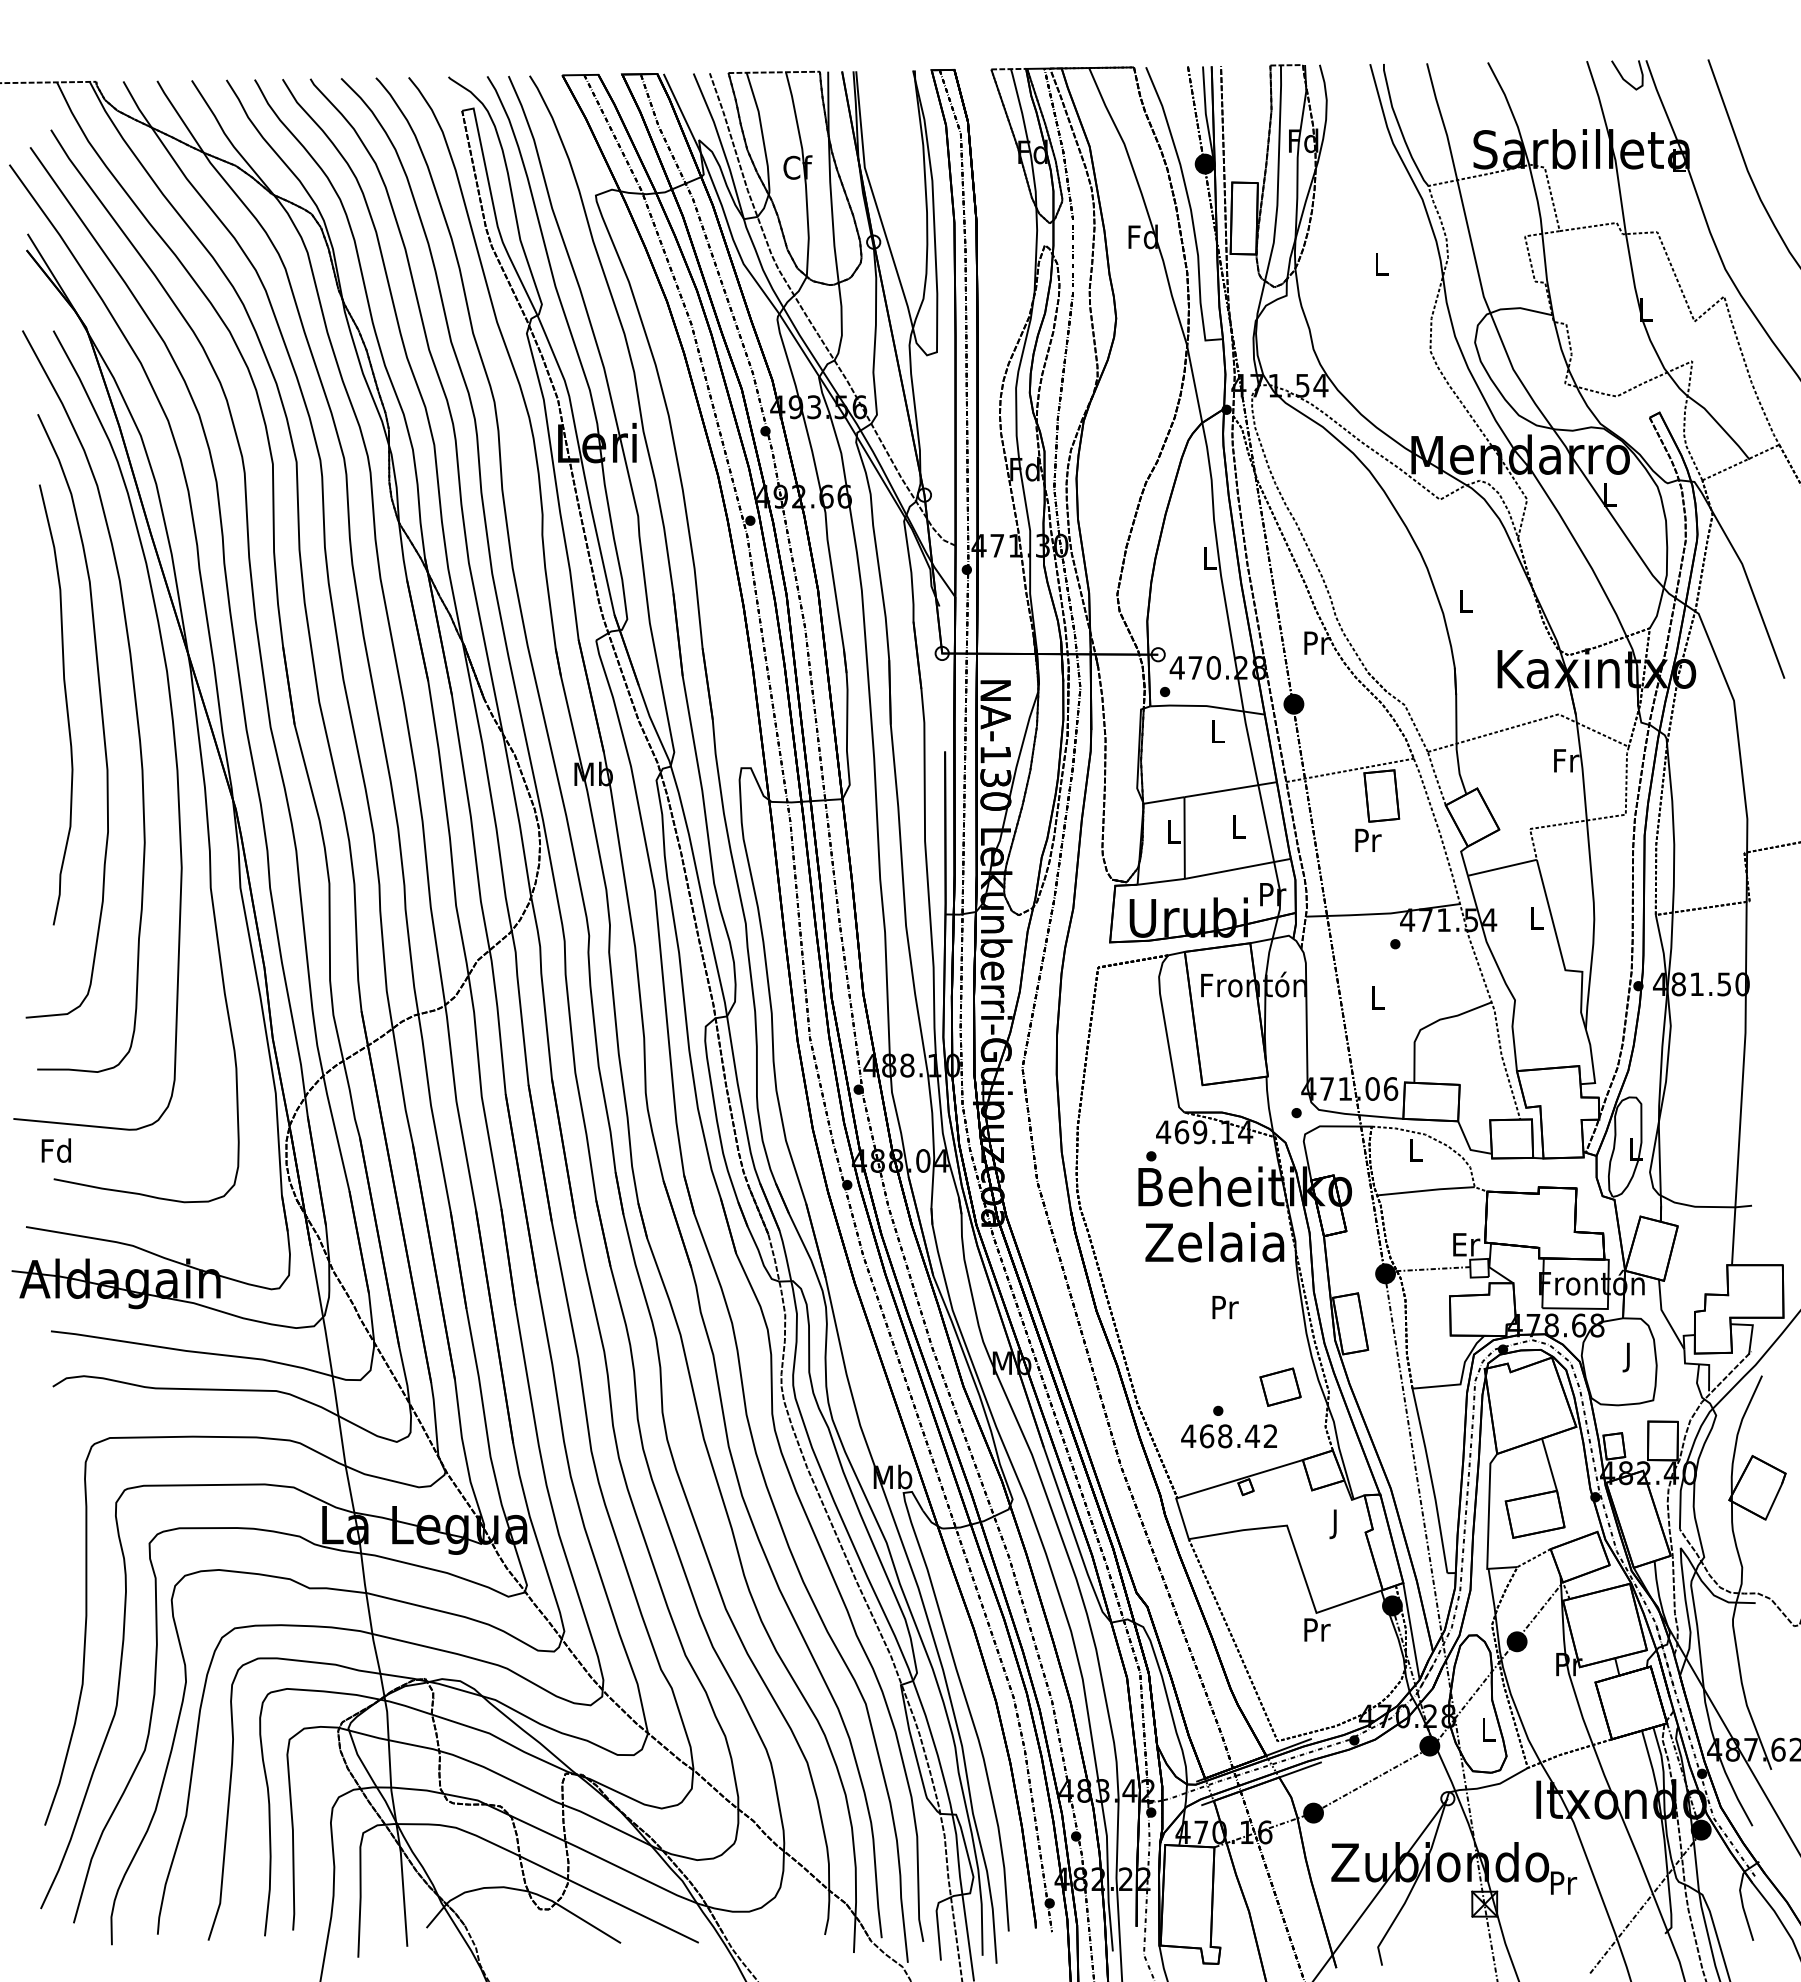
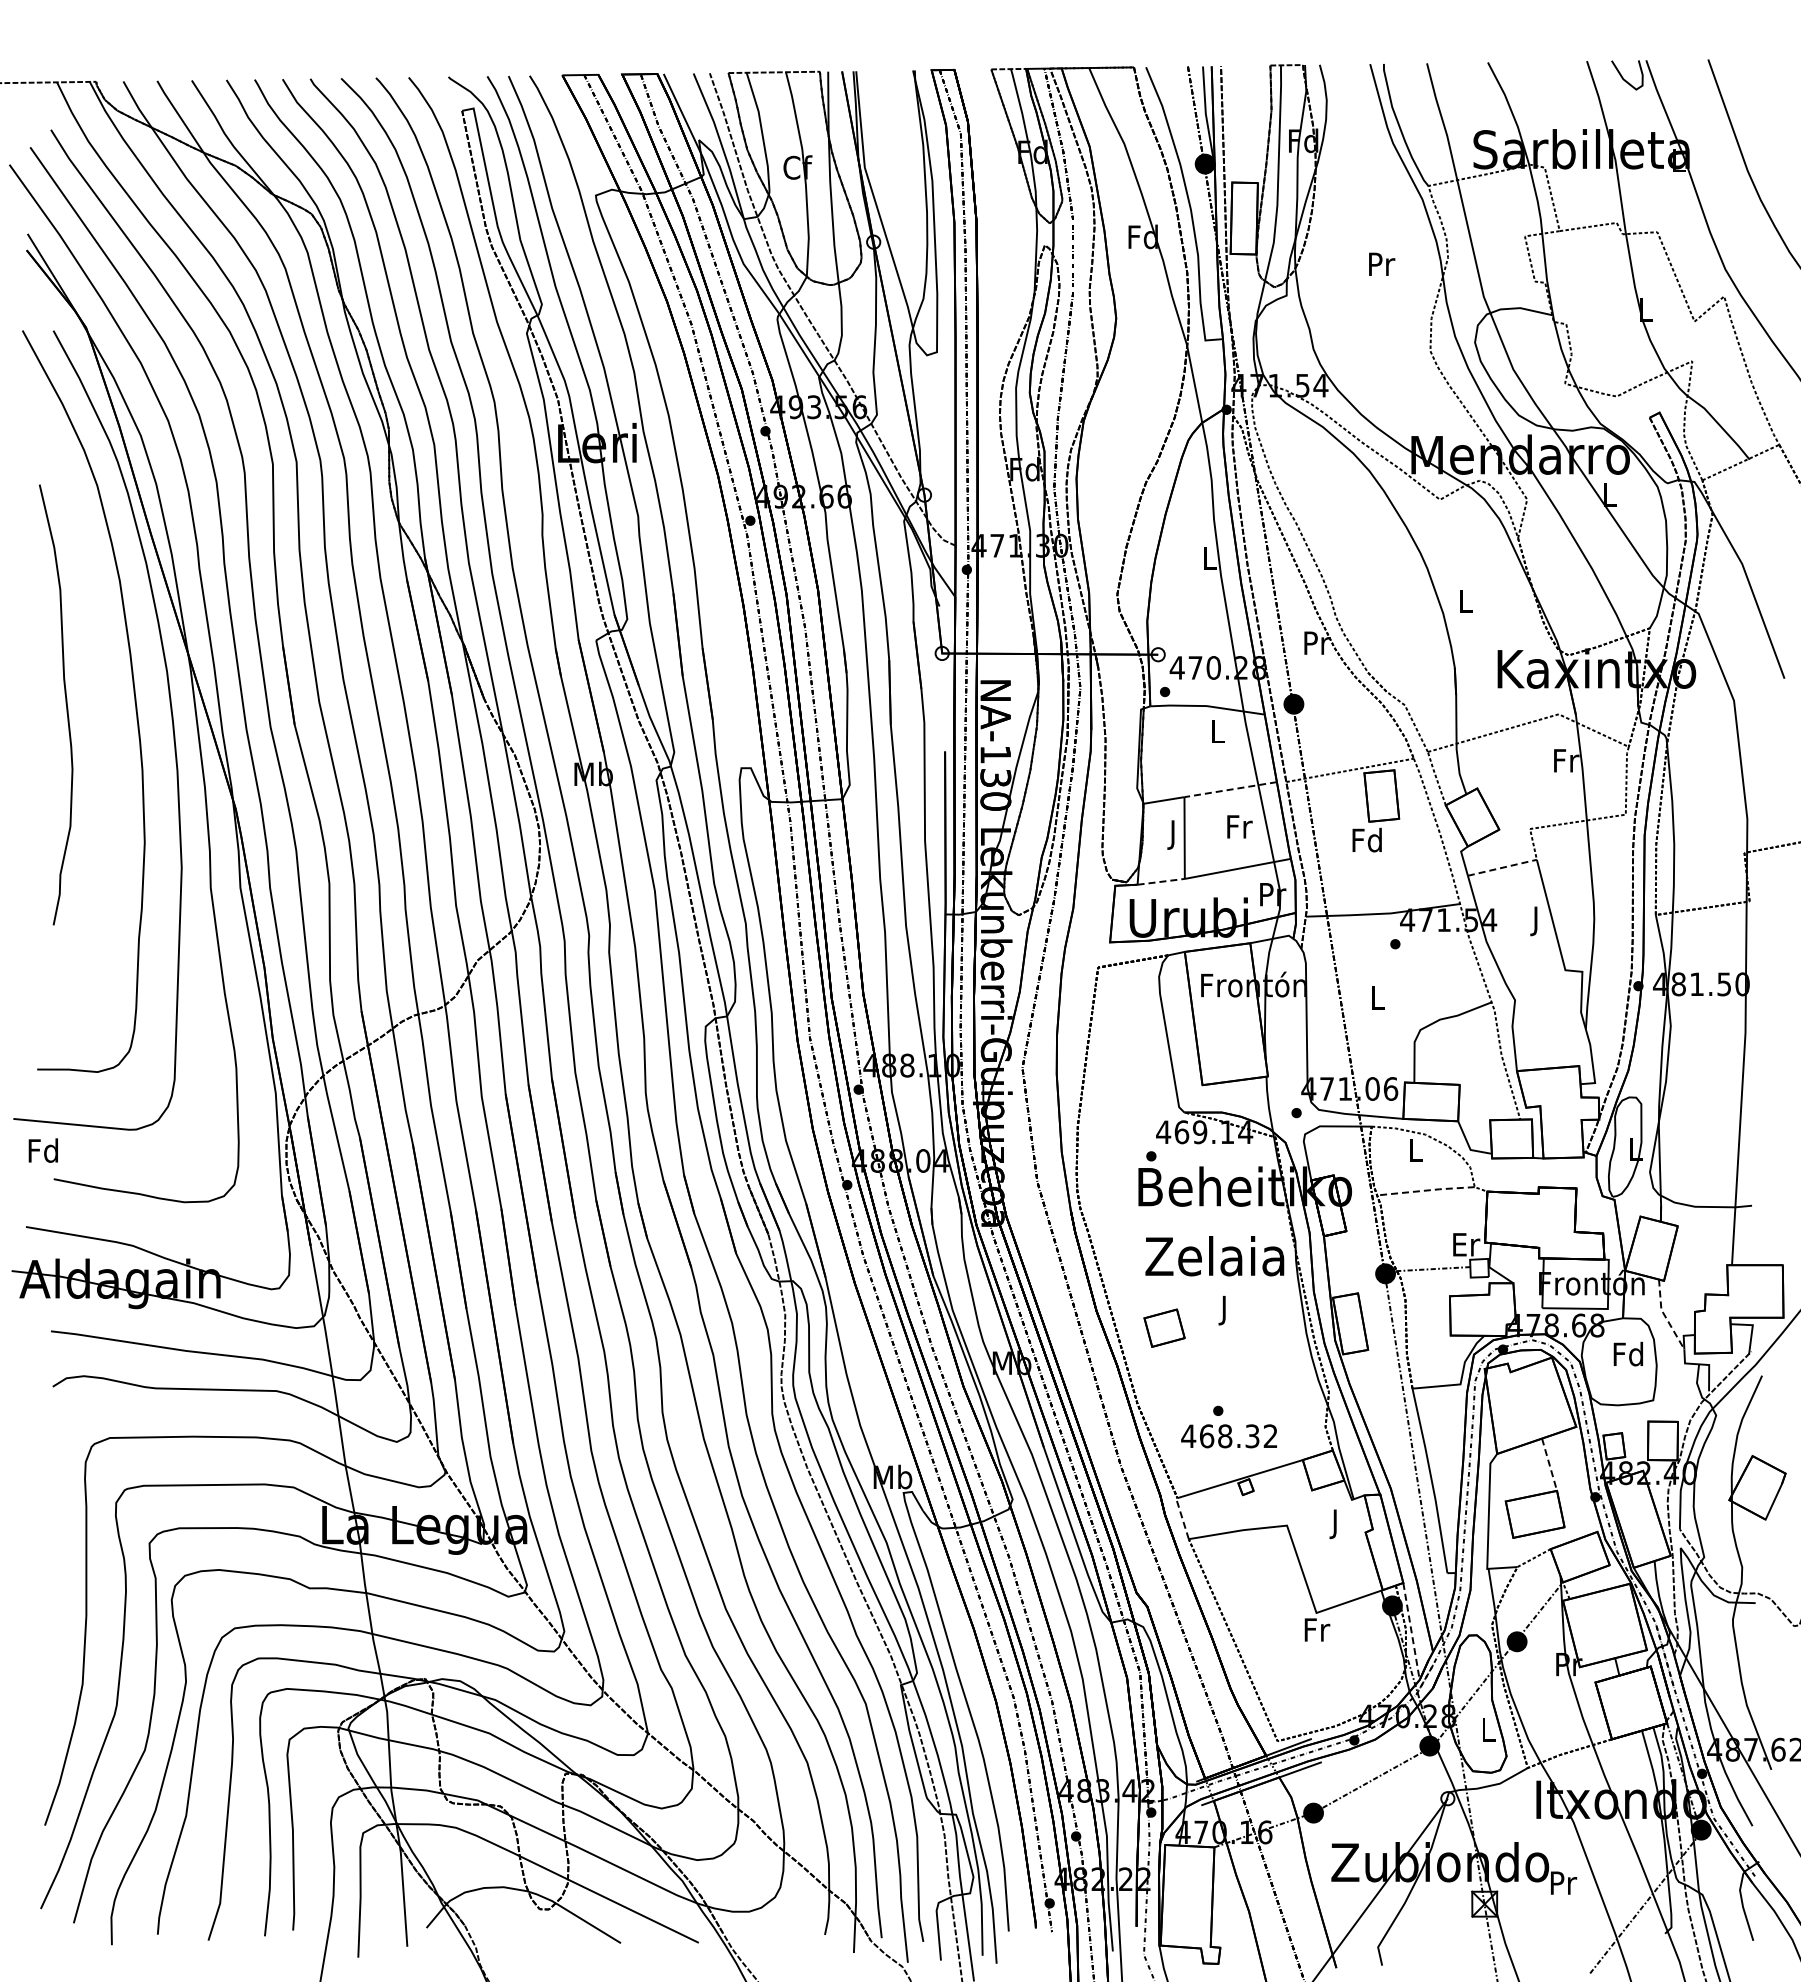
text at (1382, 263): L -> Pr
curve at (100, 709): present -> none
line at (1230, 789): solid -> dashed
text at (1239, 826): L -> Fr
text at (1173, 834): L -> J
text at (1366, 839): Pr -> Fd
line at (1502, 867): solid -> dashed
line at (1161, 881): solid -> dashed
text at (1536, 921): L -> J
text at (55, 1150) position: (55, 1150) -> (42, 1150)
line at (1425, 1190): solid -> dashed
text at (1214, 1242) position: (1214, 1242) -> (1214, 1256)
text at (1225, 1310): Pr -> J
line at (1664, 1315): solid -> dashed
text at (1627, 1356): J -> Fd
part at (1280, 1386) position: (1280, 1386) -> (1164, 1327)
text at (1252, 1436): 468.42 -> 468.32
line at (1549, 1465): solid -> dashed
line at (1182, 1517): solid -> dashed
text at (1317, 1629): Pr -> Fr
line at (1411, 1631): solid -> dashed
